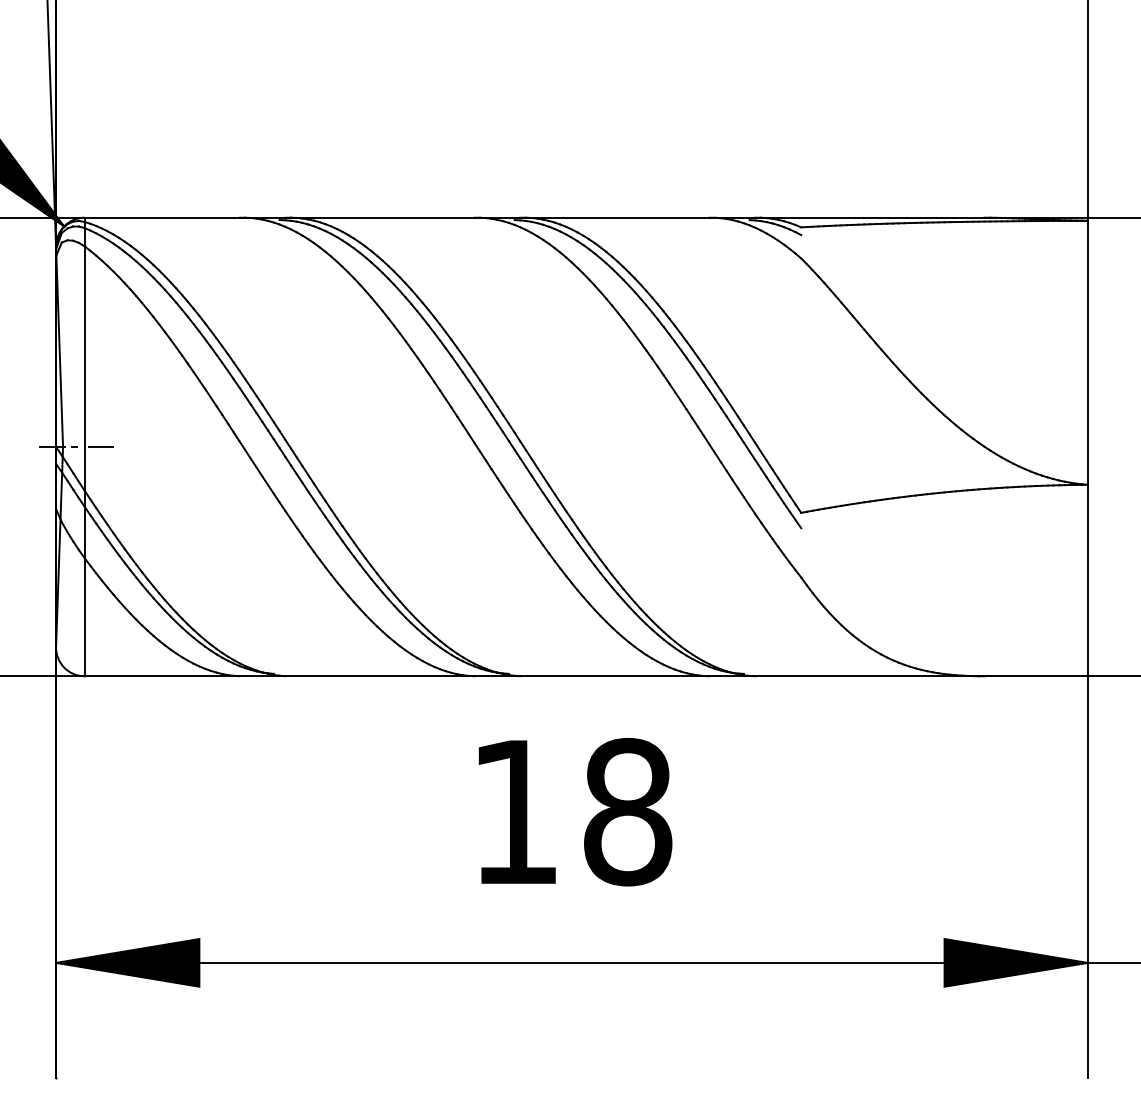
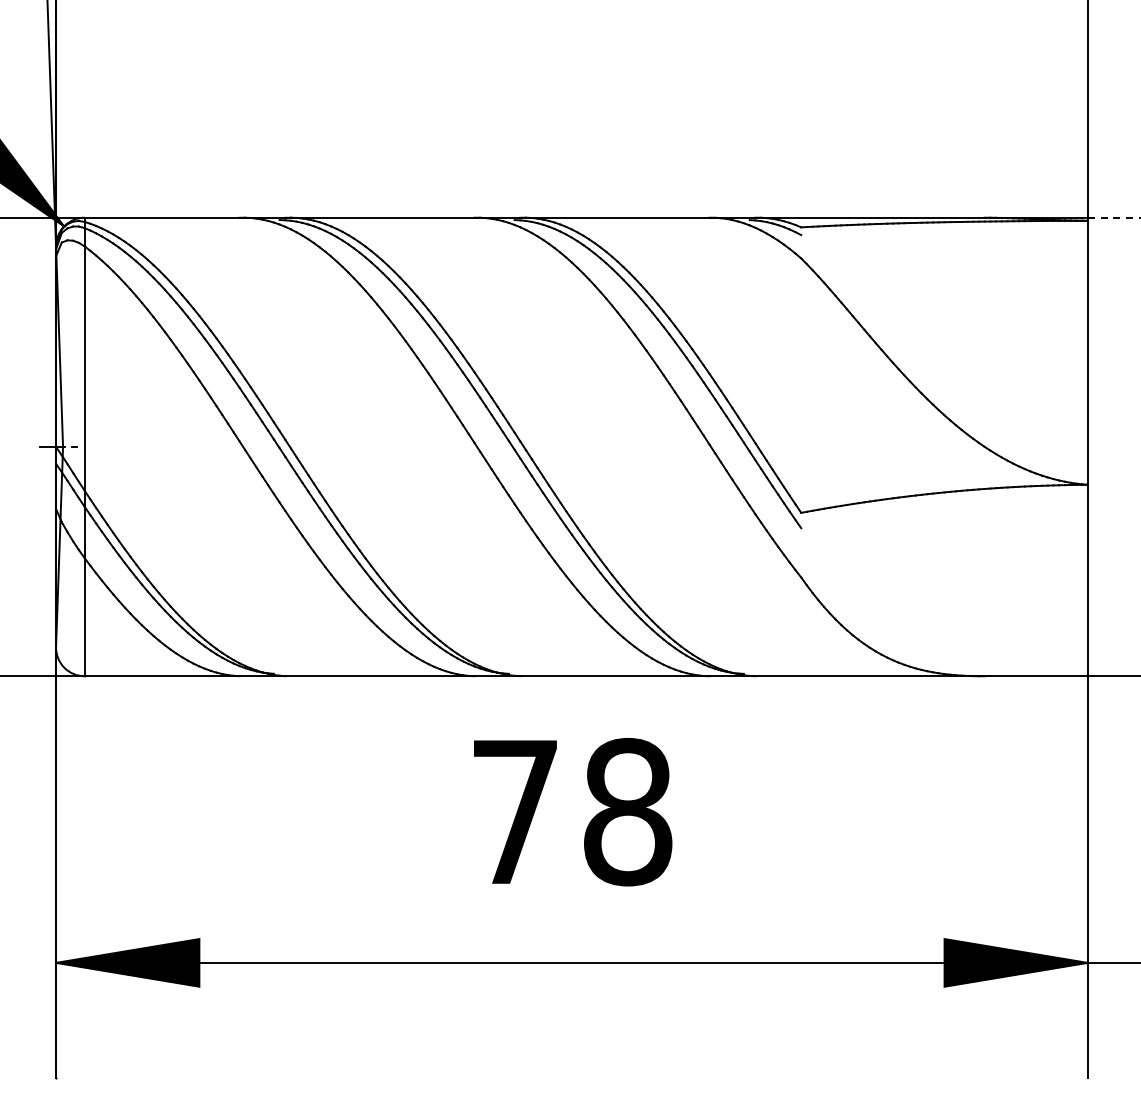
line at (1114, 217): solid -> dashed
line at (101, 446): present -> none
text at (515, 811): 18 -> 78
